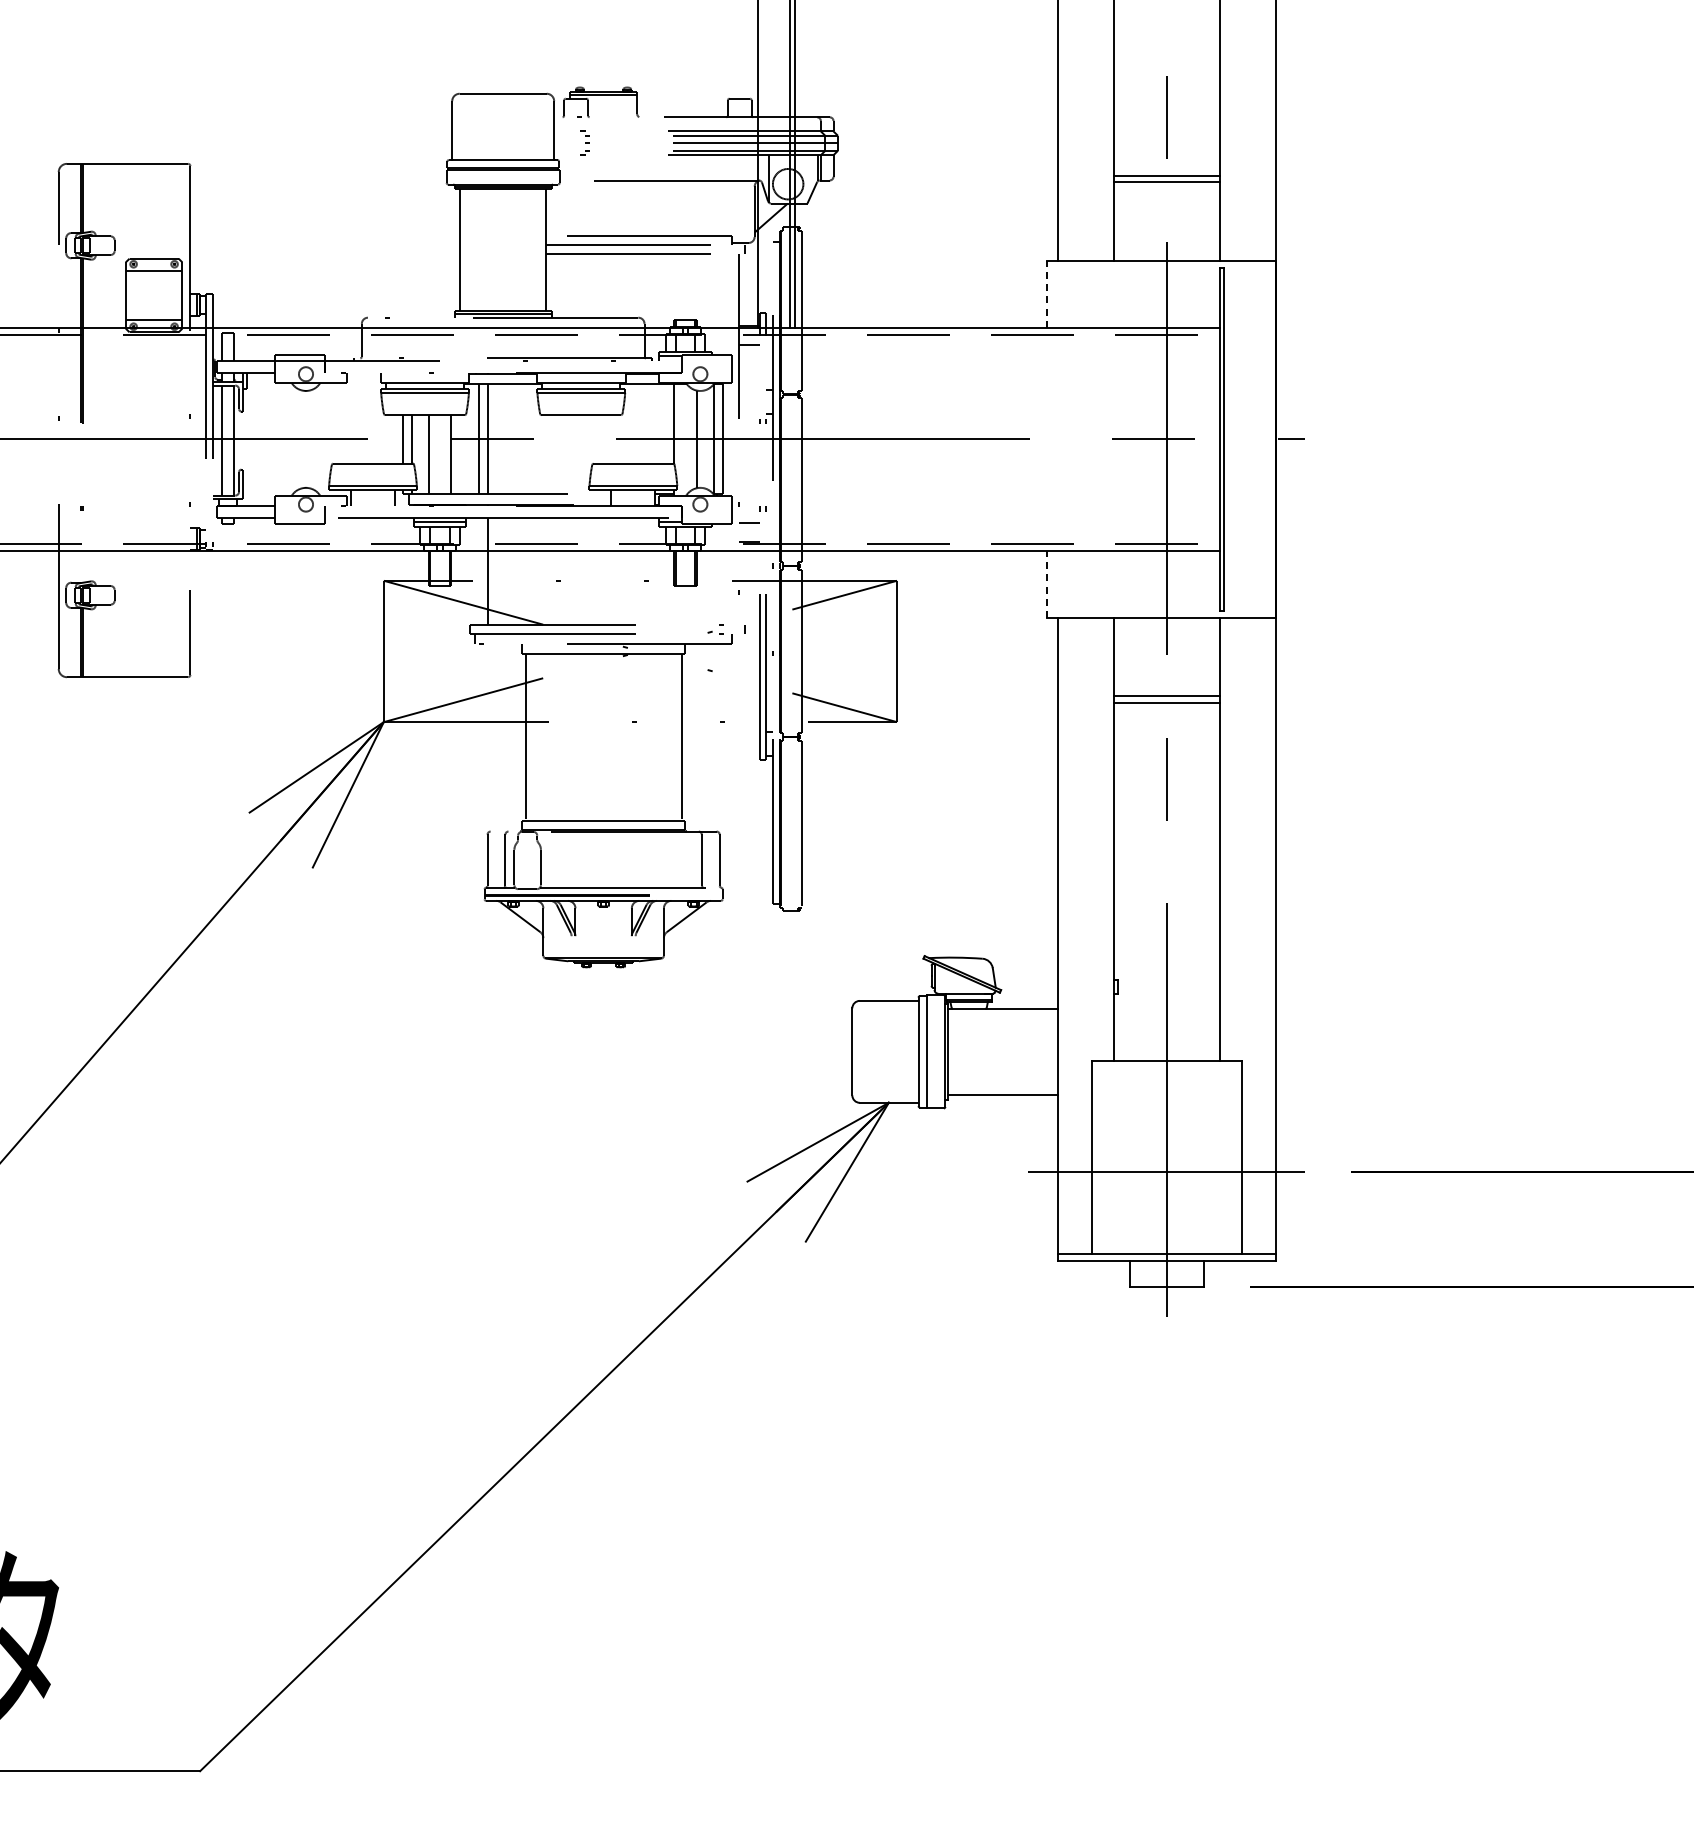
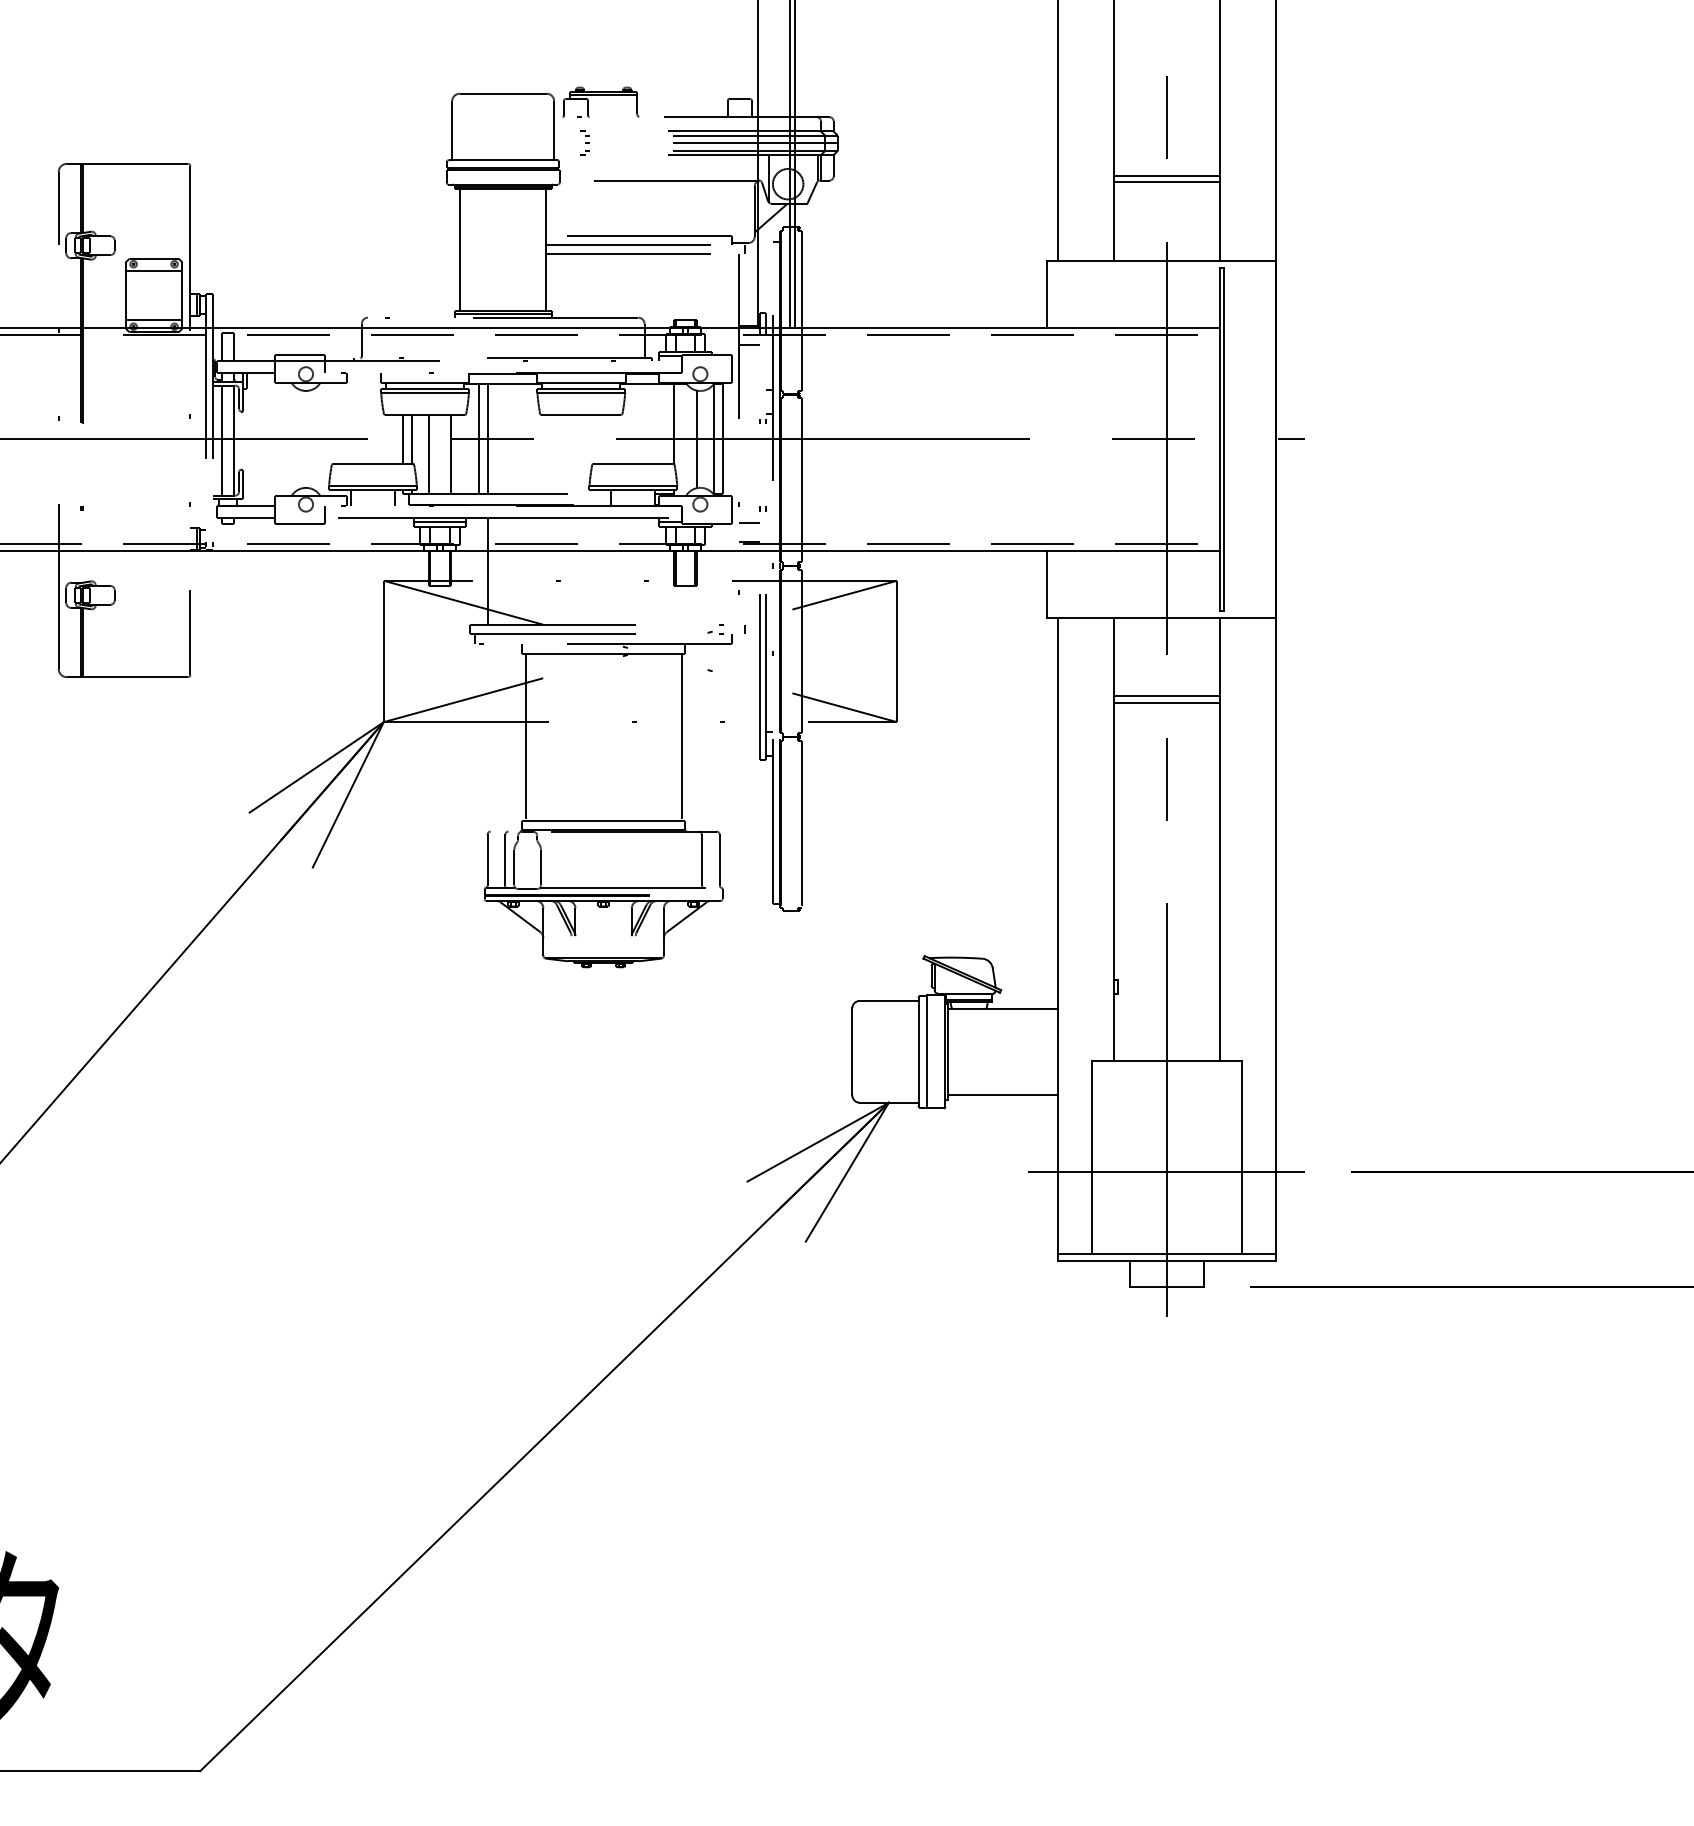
line at (1047, 293): dashed -> solid
line at (1047, 584): dashed -> solid
